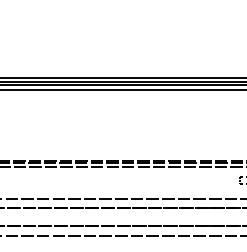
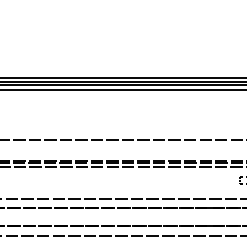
line at (122, 139): none -> present
